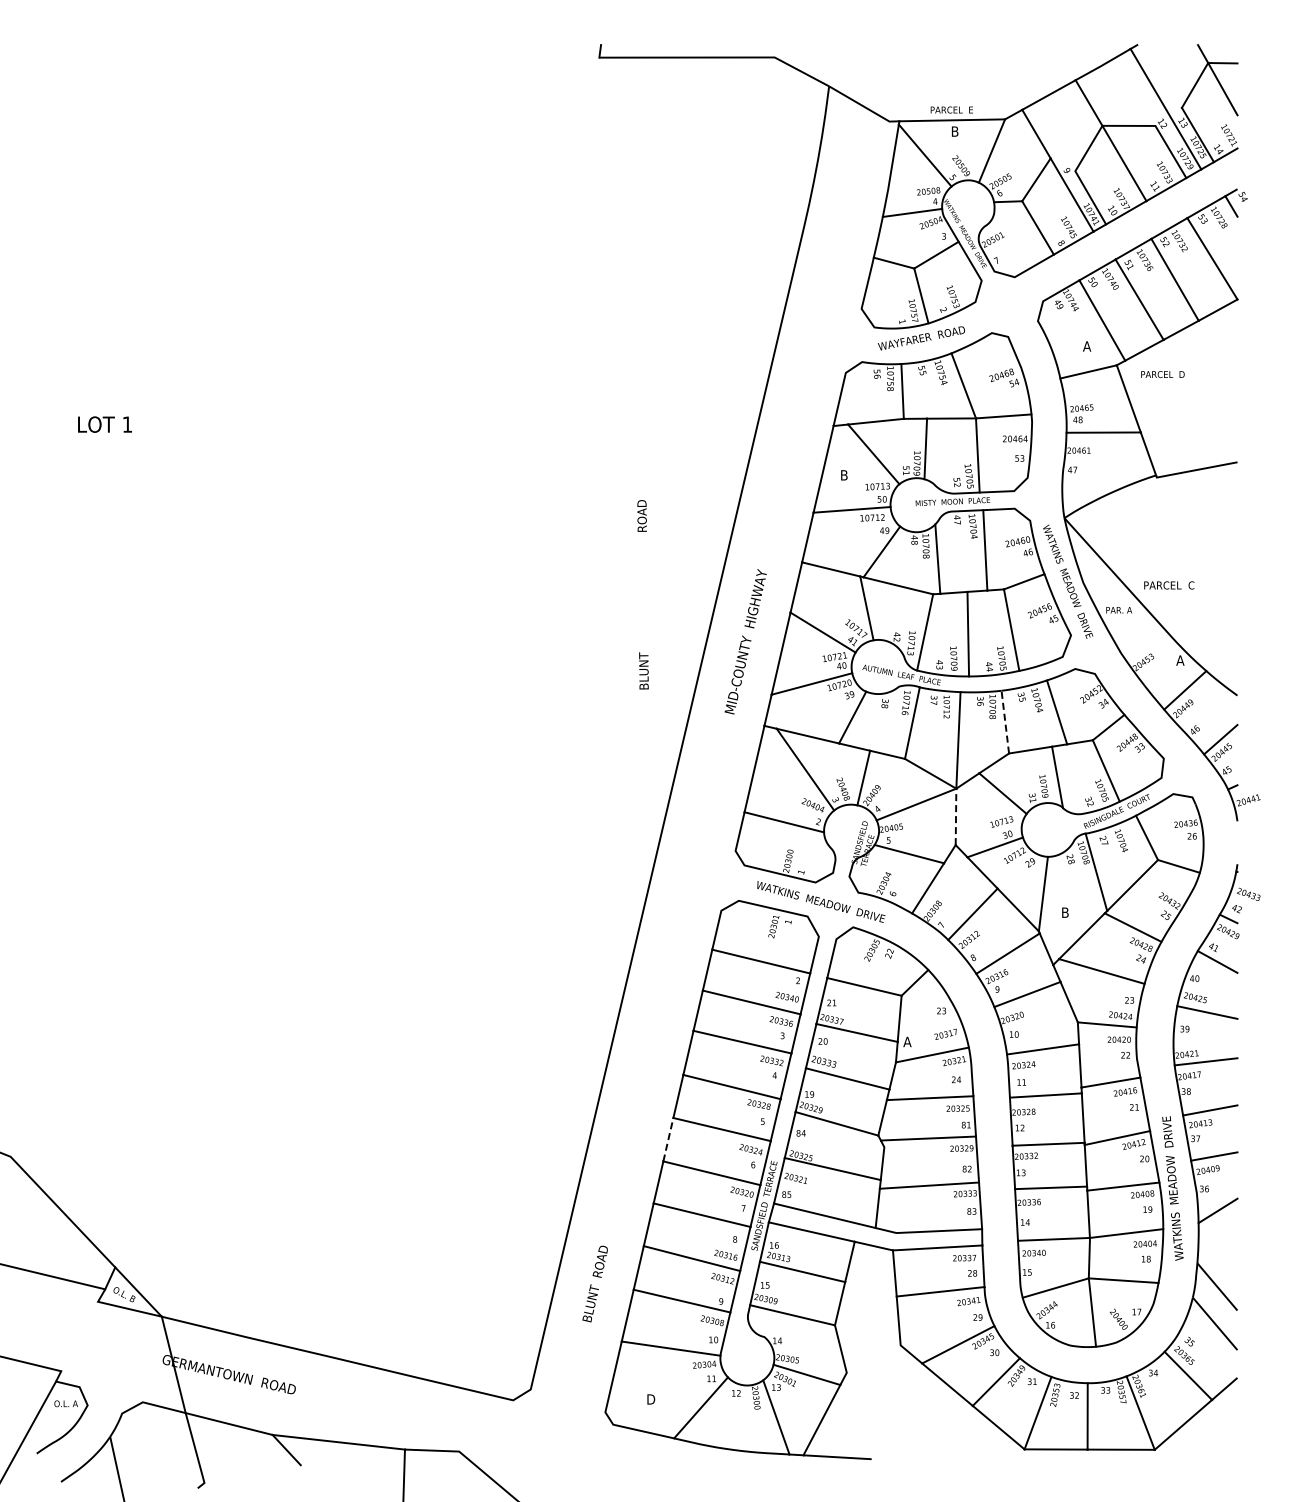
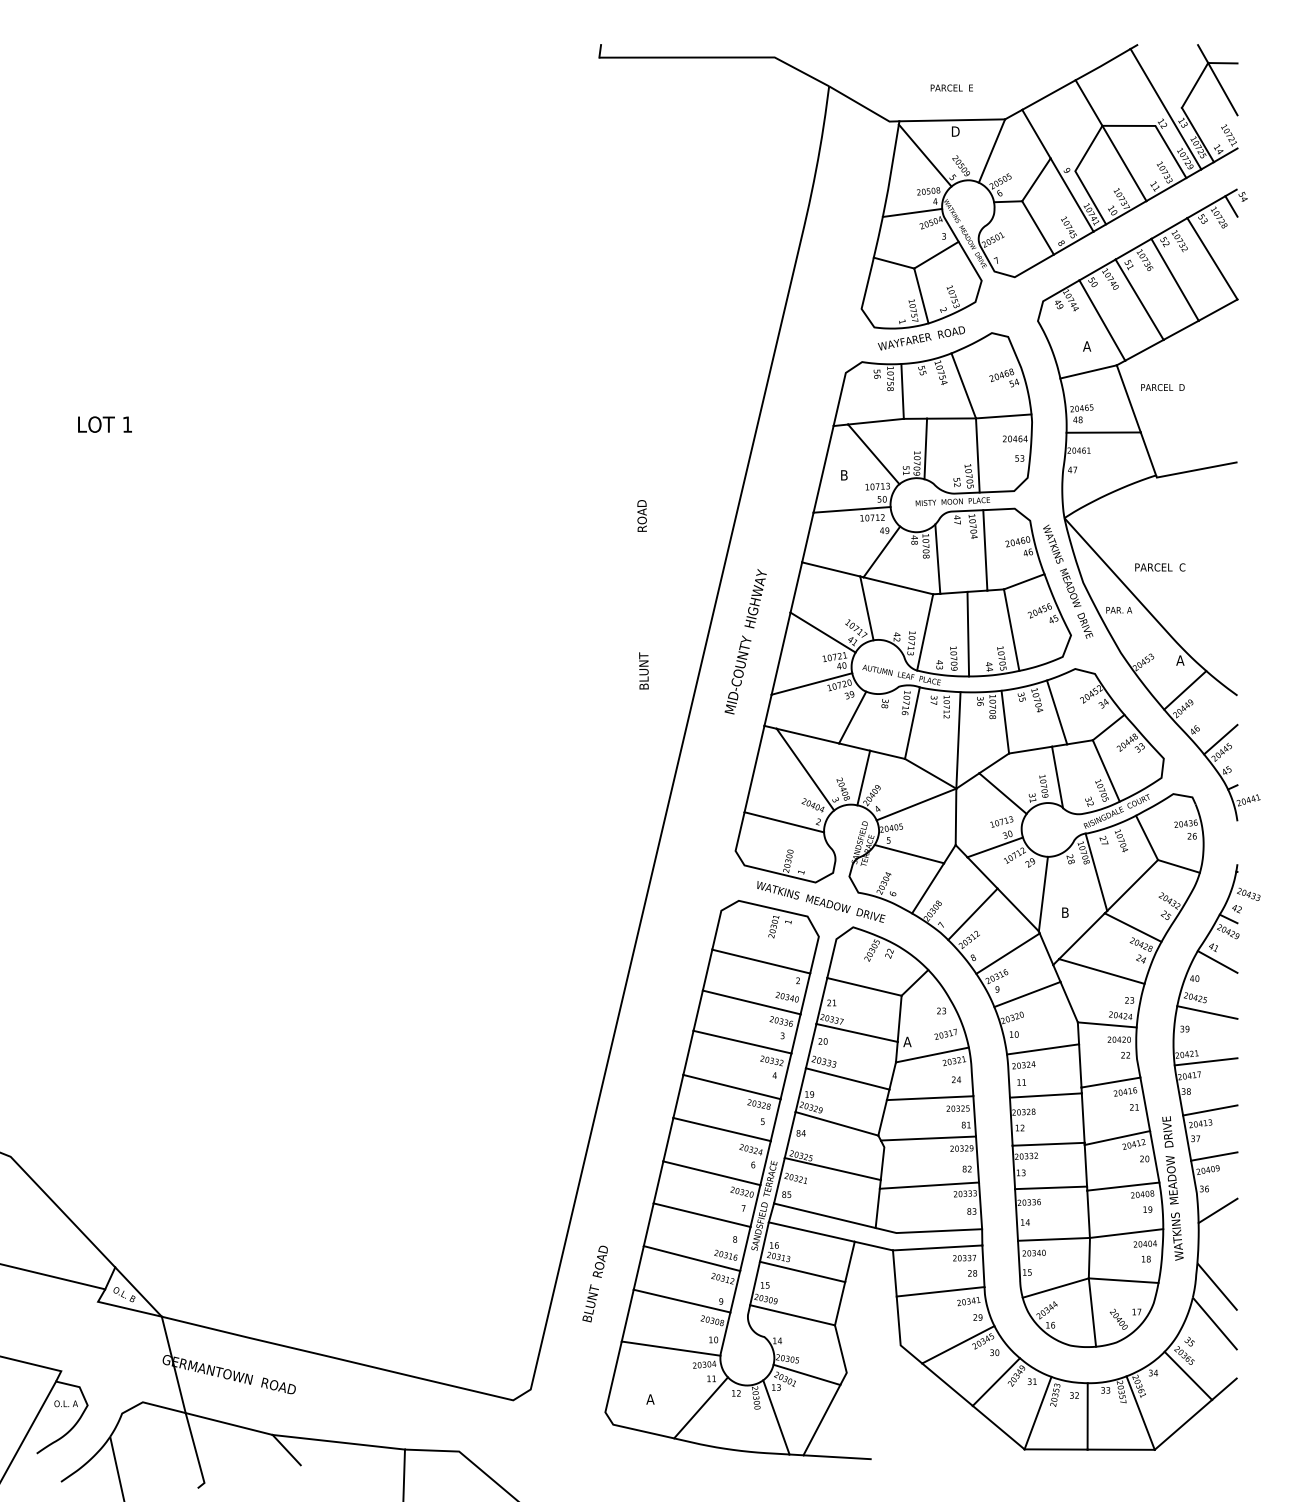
text at (951, 109) position: (951, 109) -> (951, 87)
text at (956, 131): B -> D
text at (1162, 374) position: (1162, 374) -> (1162, 387)
text at (1169, 585) position: (1169, 585) -> (1160, 567)
line at (1005, 722): dashed -> solid
line at (956, 816): dashed -> solid
line at (668, 1139): dashed -> solid
text at (650, 1399): D -> A
